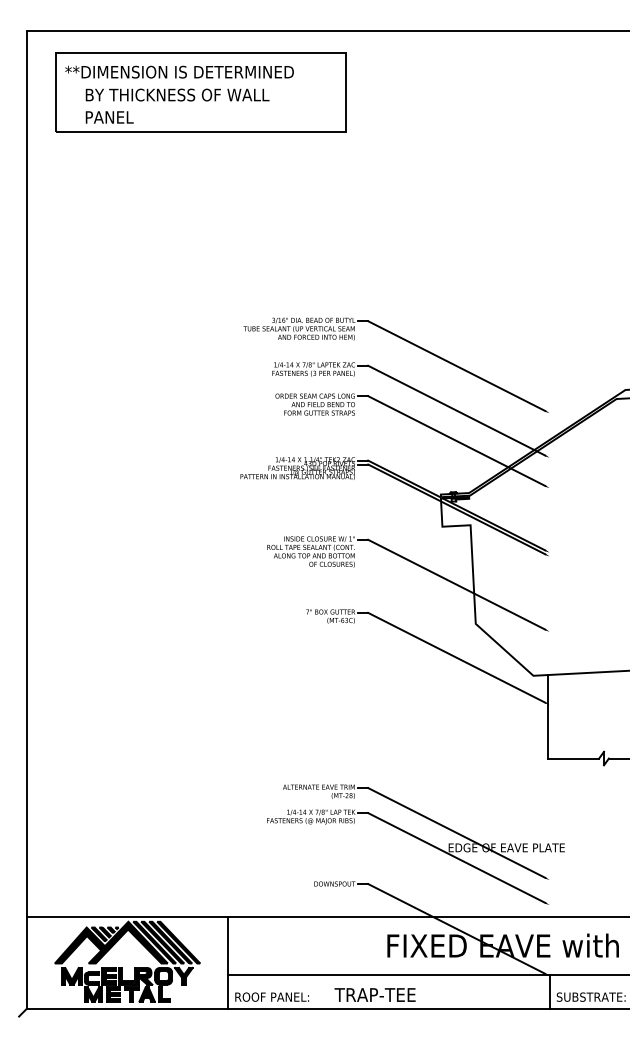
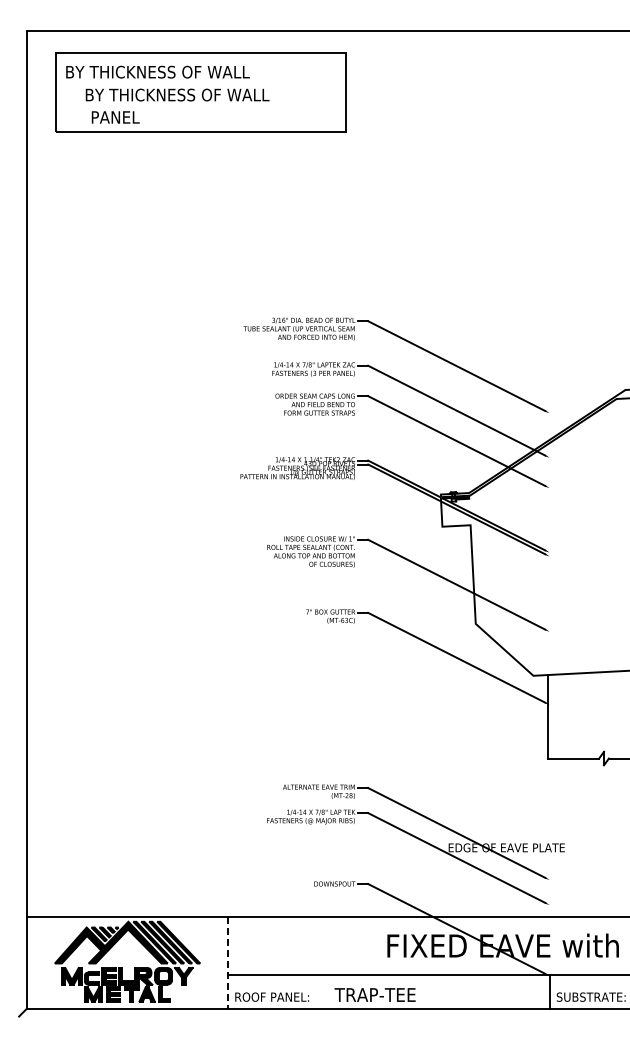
text at (179, 71): **DIMENSION IS DETERMINED -> BY THICKNESS OF WALL
text at (109, 117) position: (109, 117) -> (115, 117)
line at (228, 962): solid -> dashed
